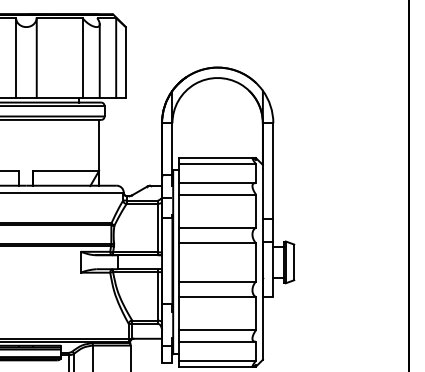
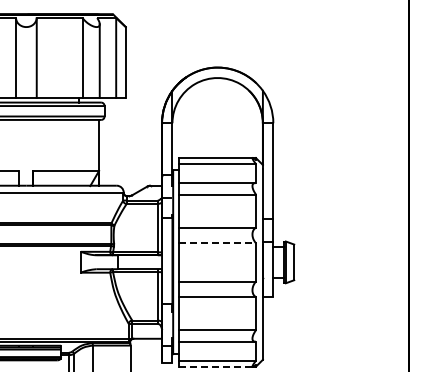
line at (218, 243): solid -> dashed
line at (216, 366): solid -> dashed
